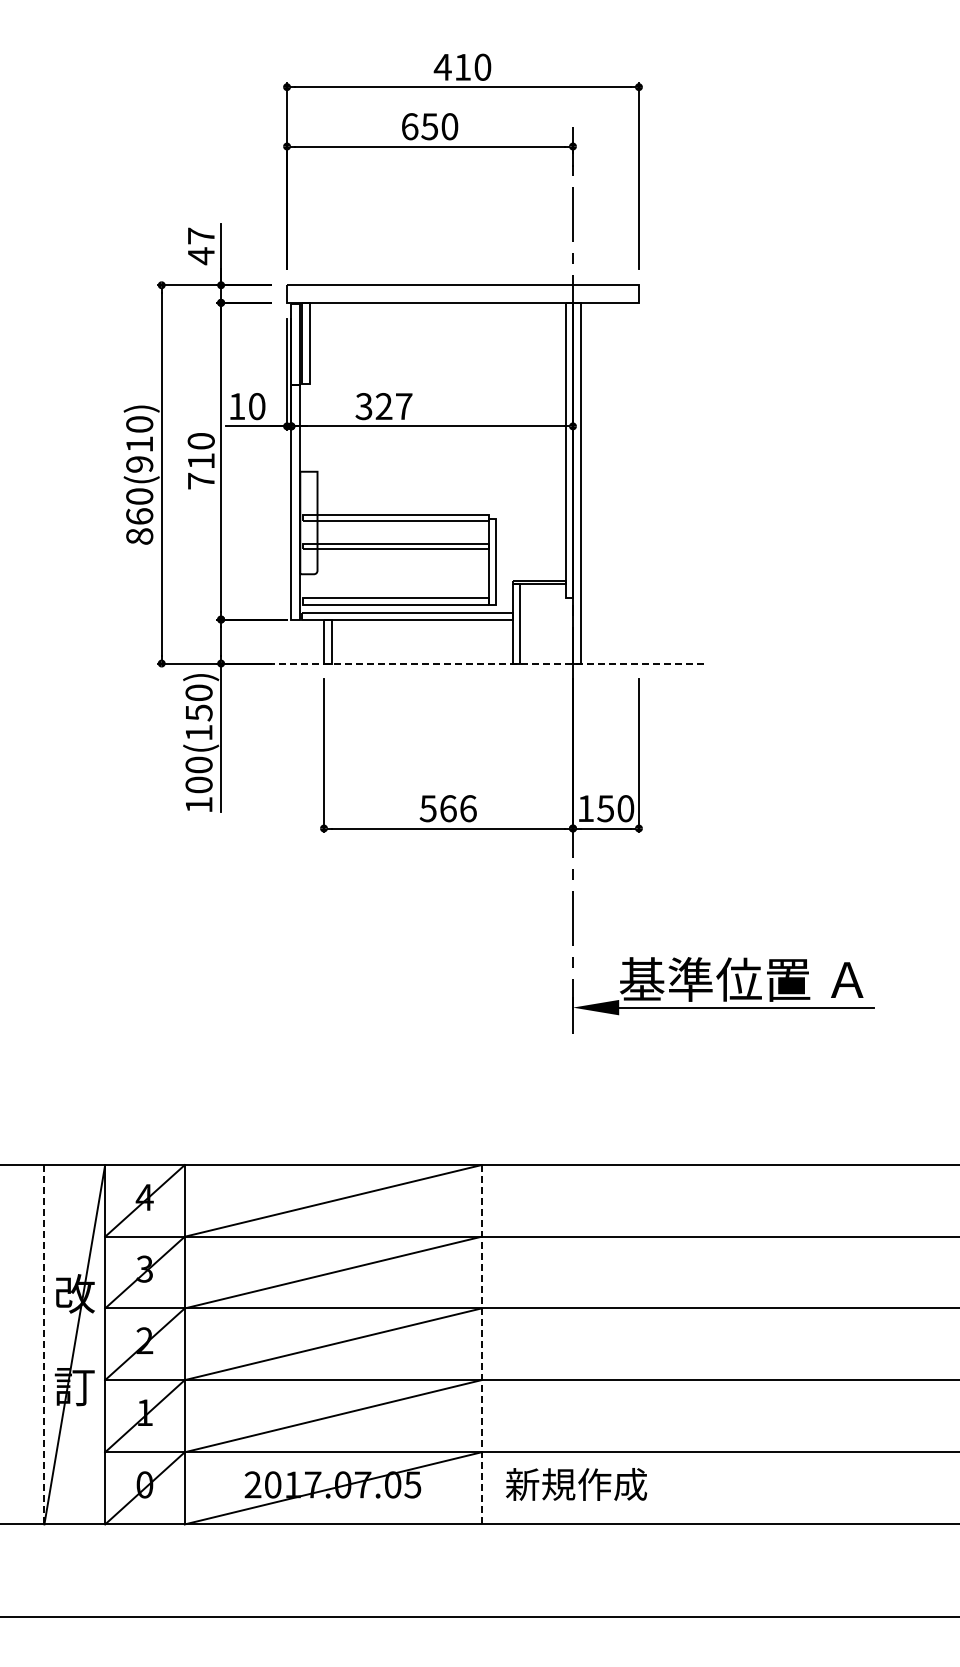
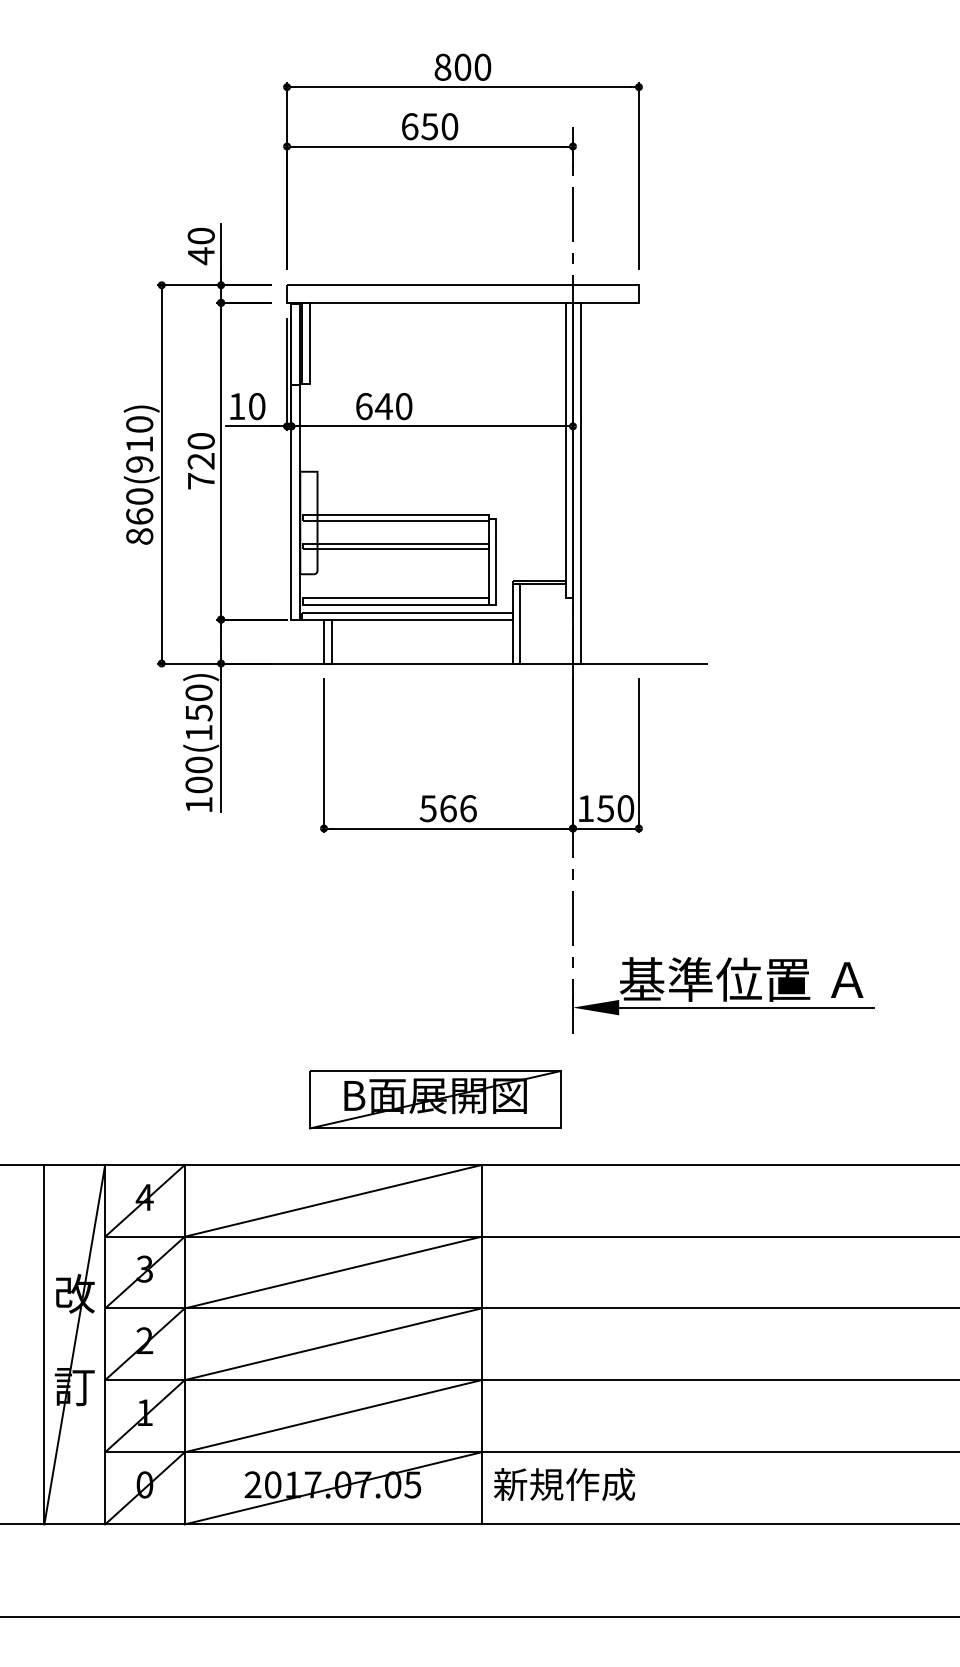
text at (452, 66): 410 -> 800
text at (200, 235): 47 -> 40
text at (383, 406): 327 -> 640
text at (200, 461): 710 -> 720
line at (465, 663): dashed -> solid
part at (435, 1099): none -> present
line at (44, 1344): dashed -> solid
line at (481, 1344): dashed -> solid
text at (576, 1484) position: (576, 1484) -> (564, 1484)
